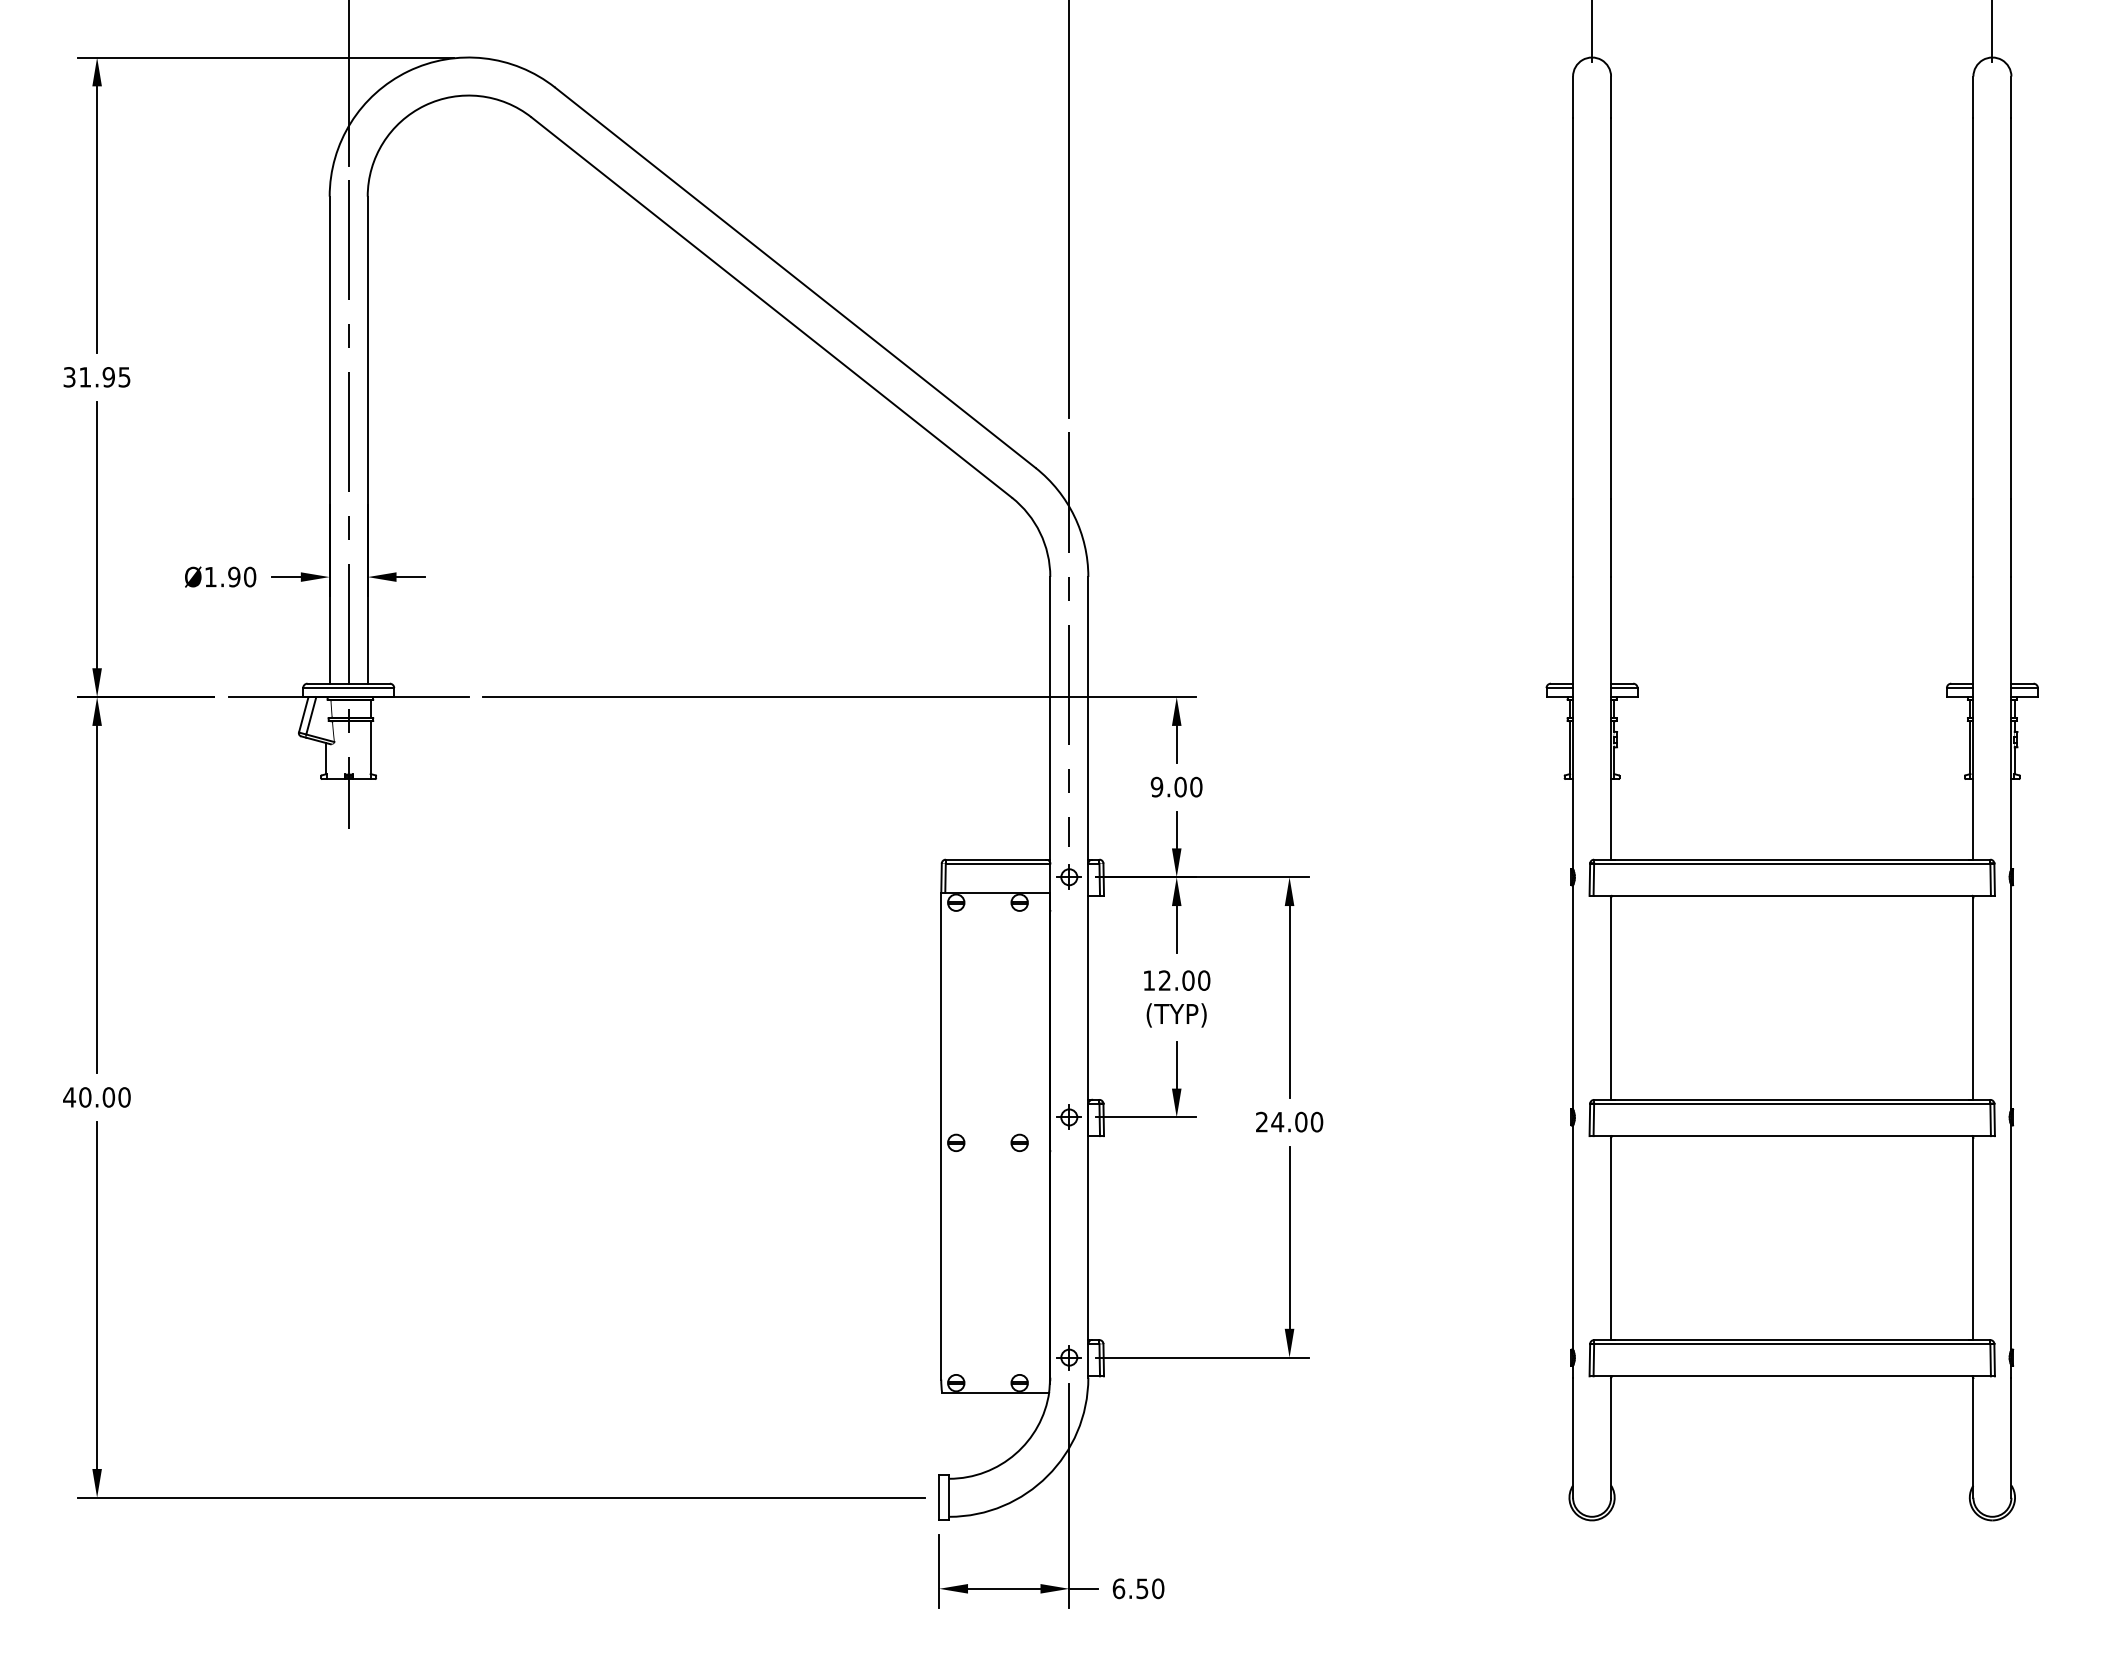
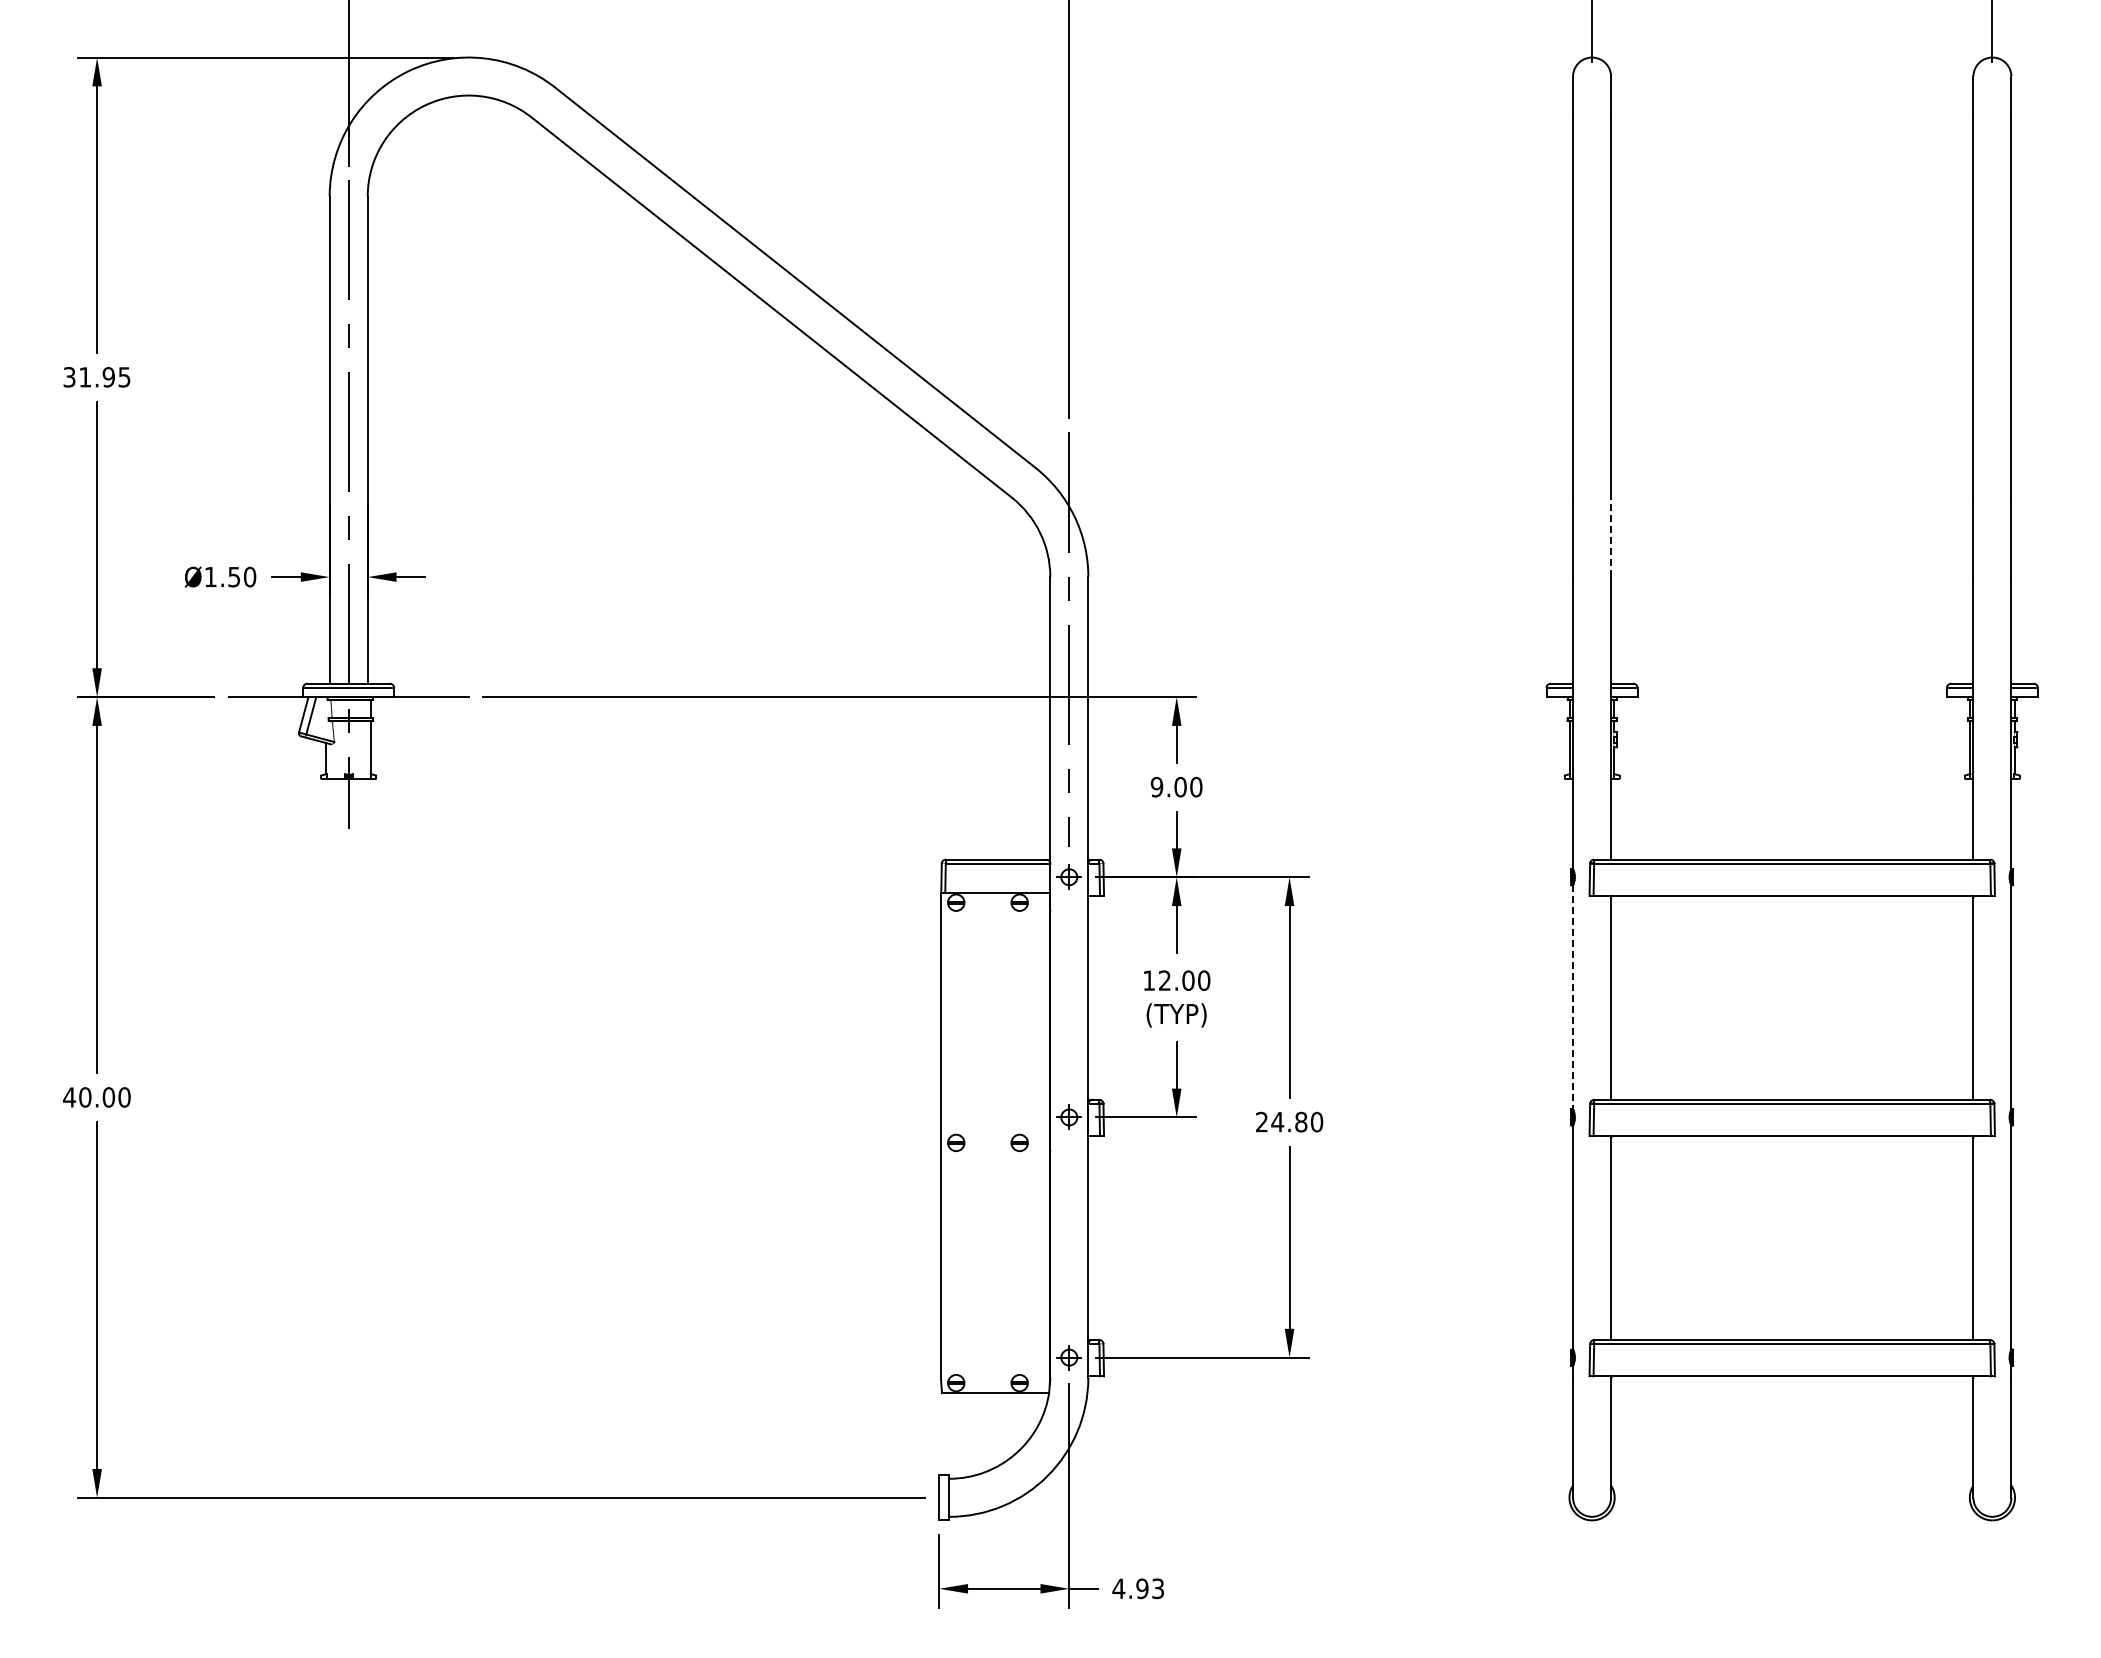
line at (1611, 537): solid -> dashed
text at (234, 576): Ø1.90 -> Ø1.50
line at (1573, 997): solid -> dashed
text at (1301, 1122): 24.00 -> 24.80
text at (1138, 1588): 6.50 -> 4.93
